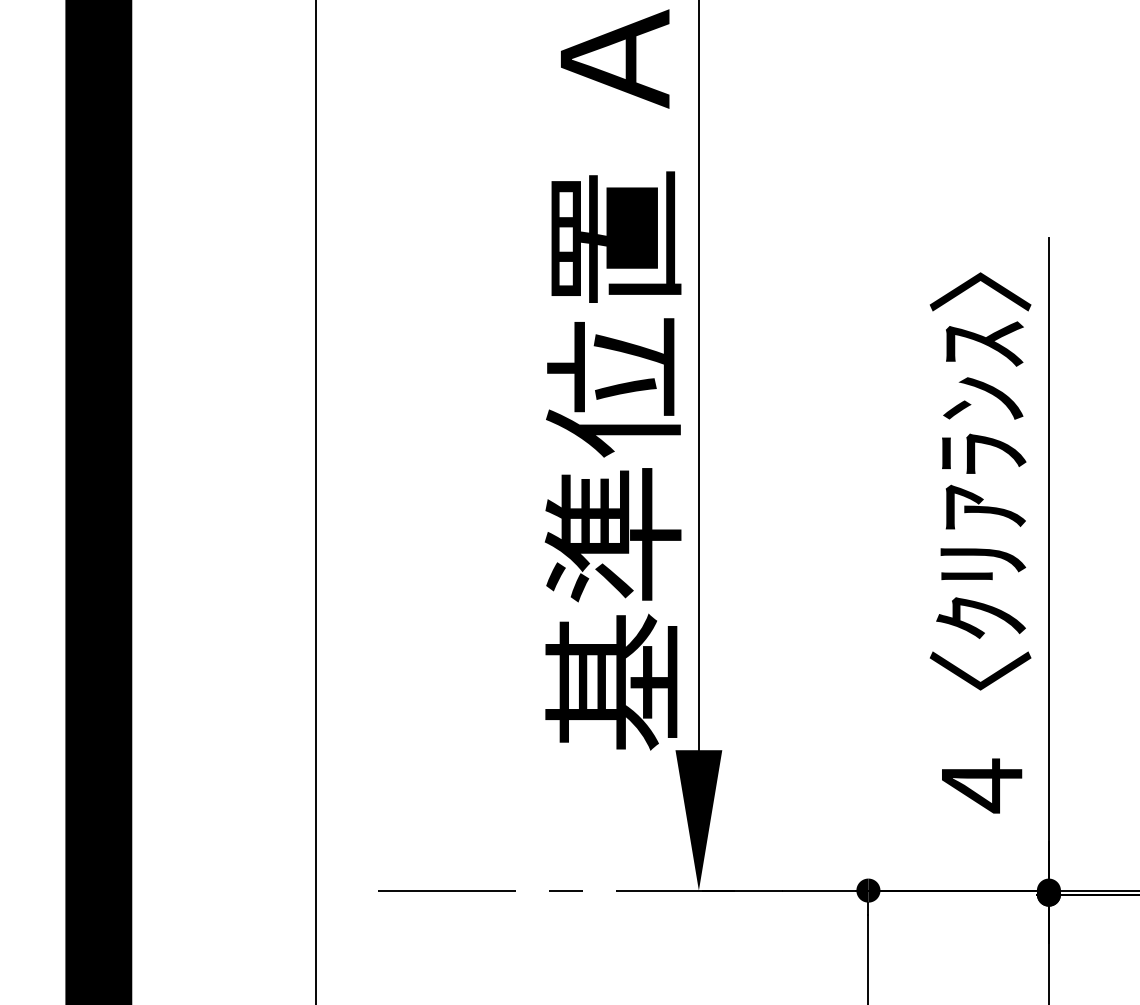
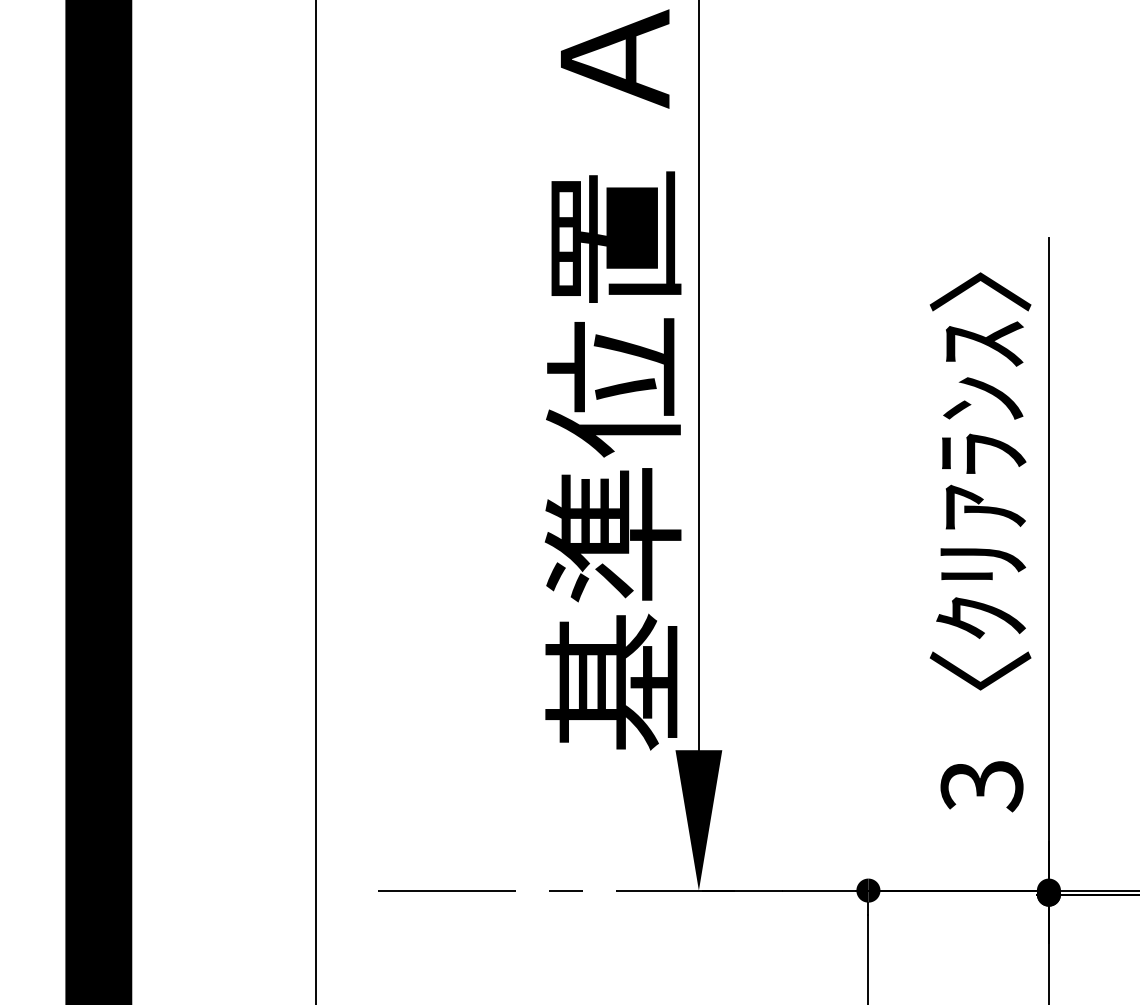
text at (981, 785): 4 -> 3
